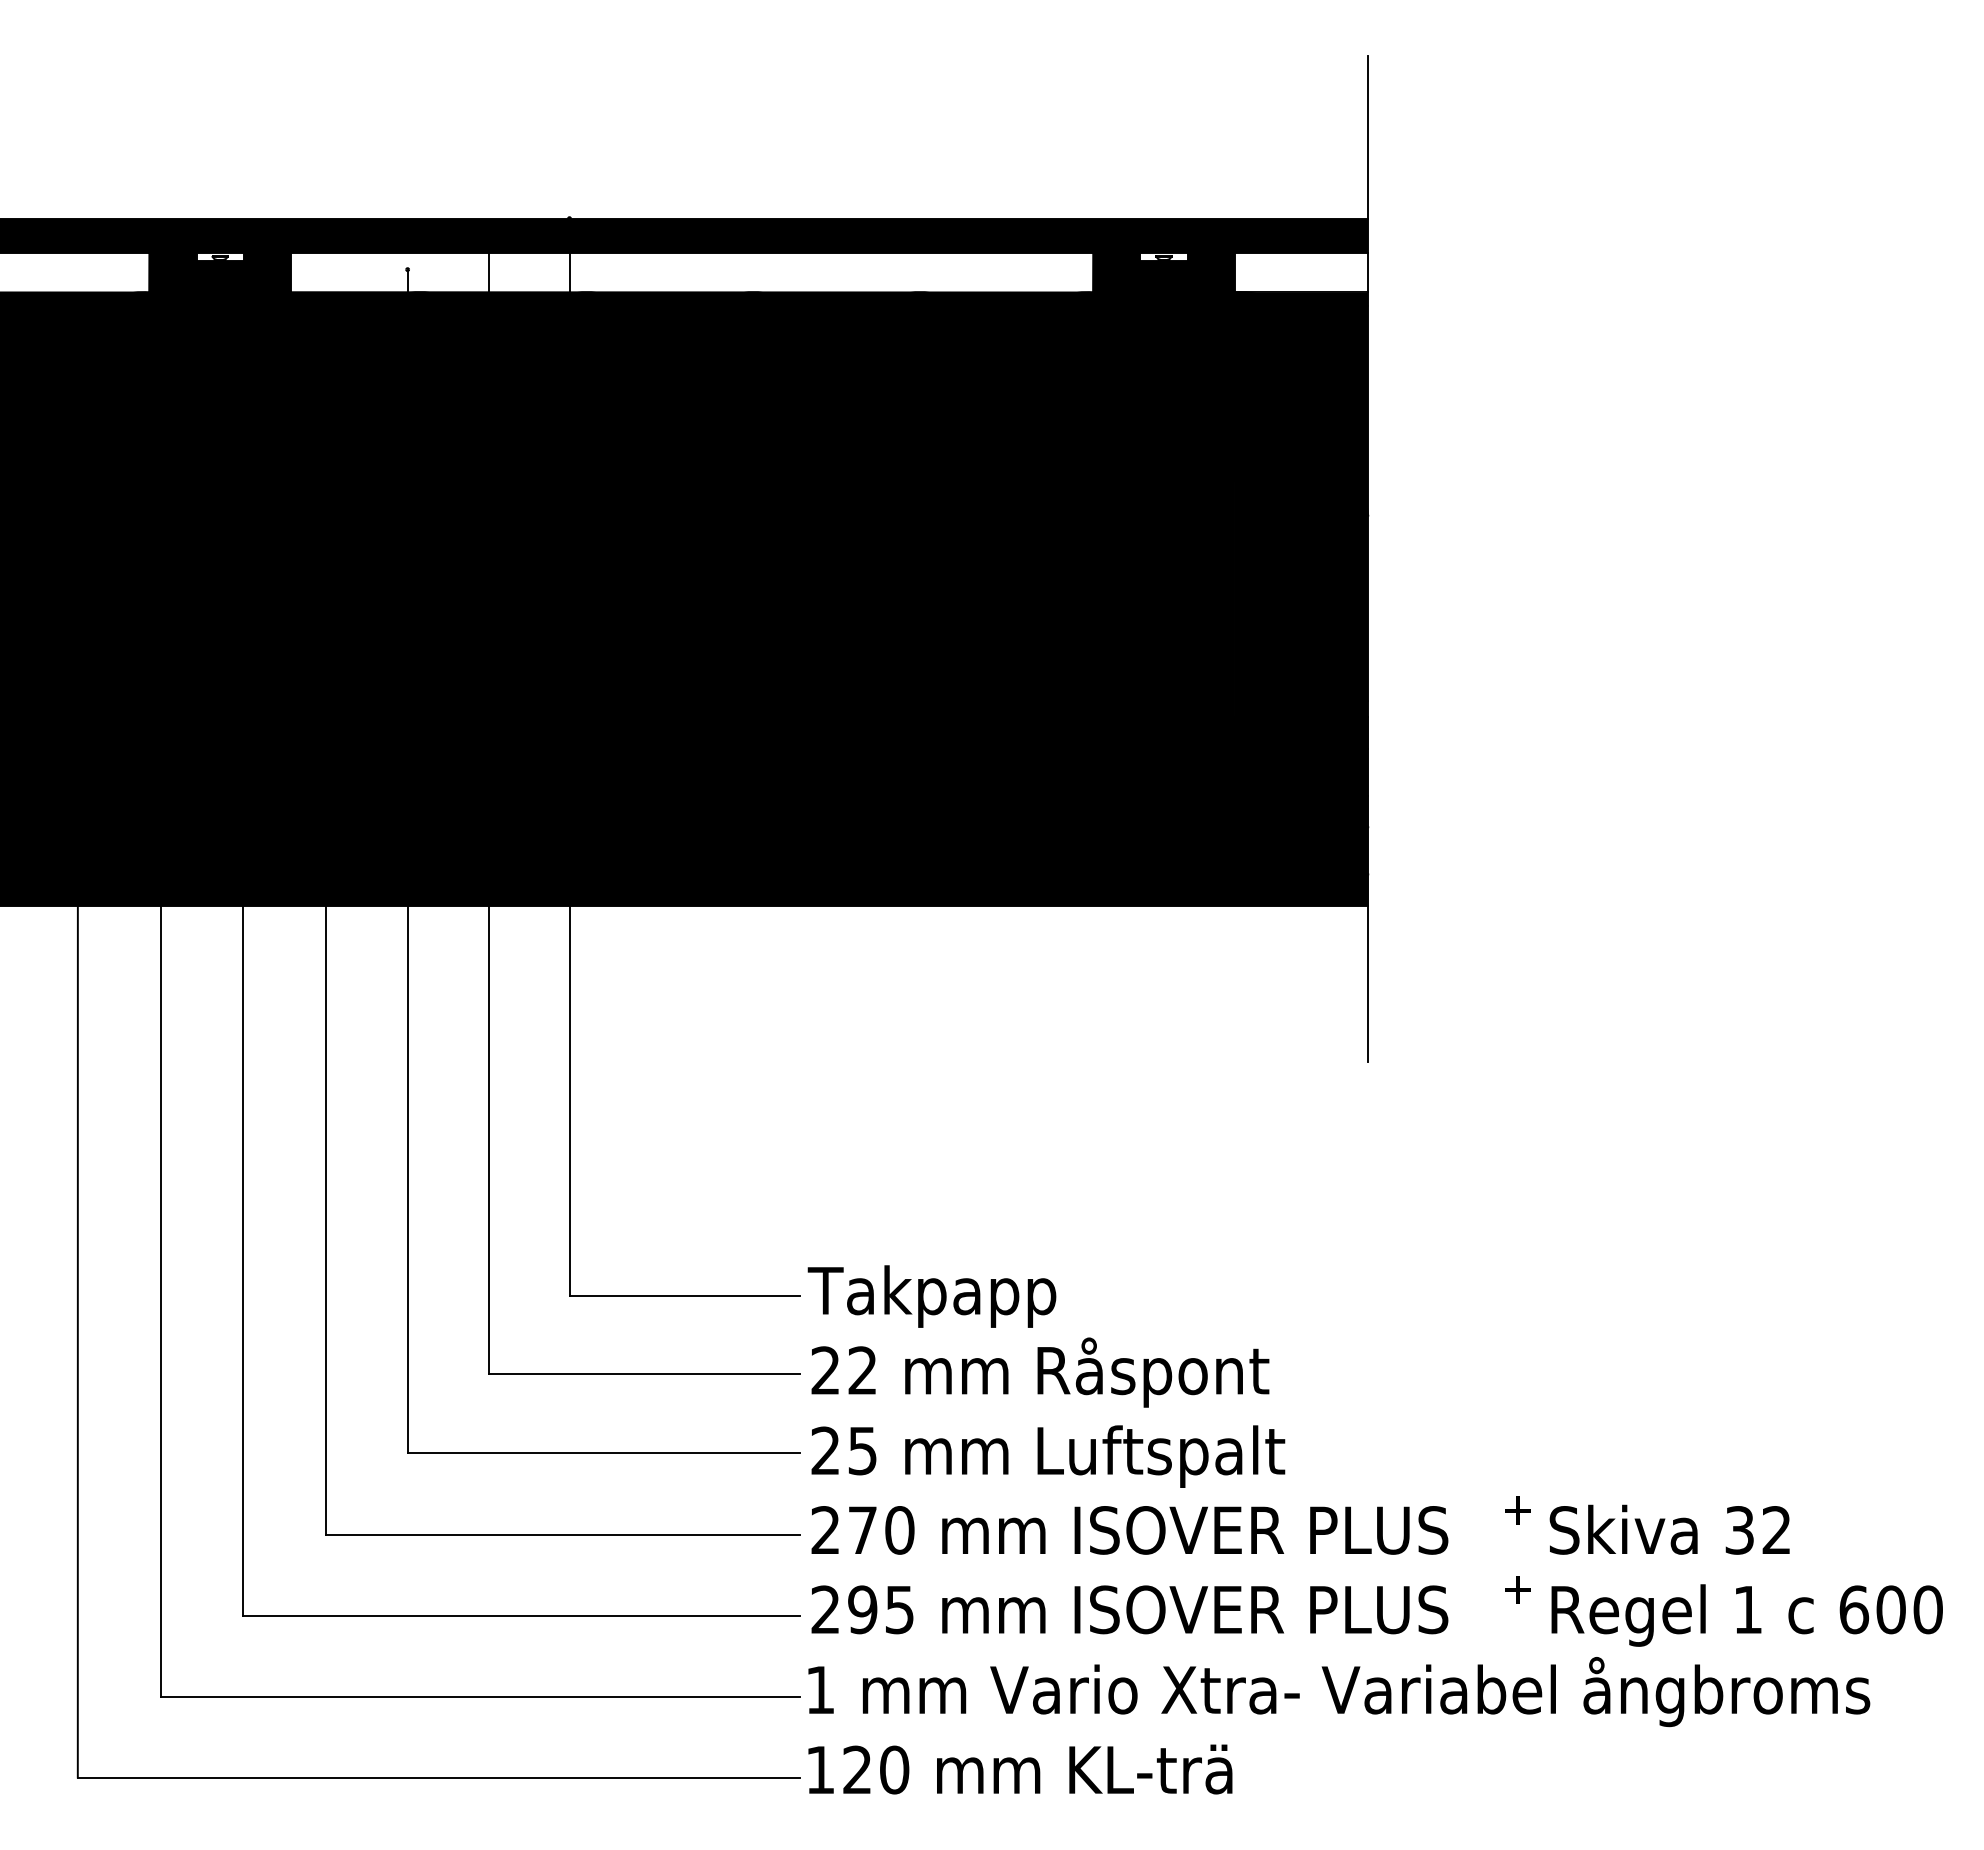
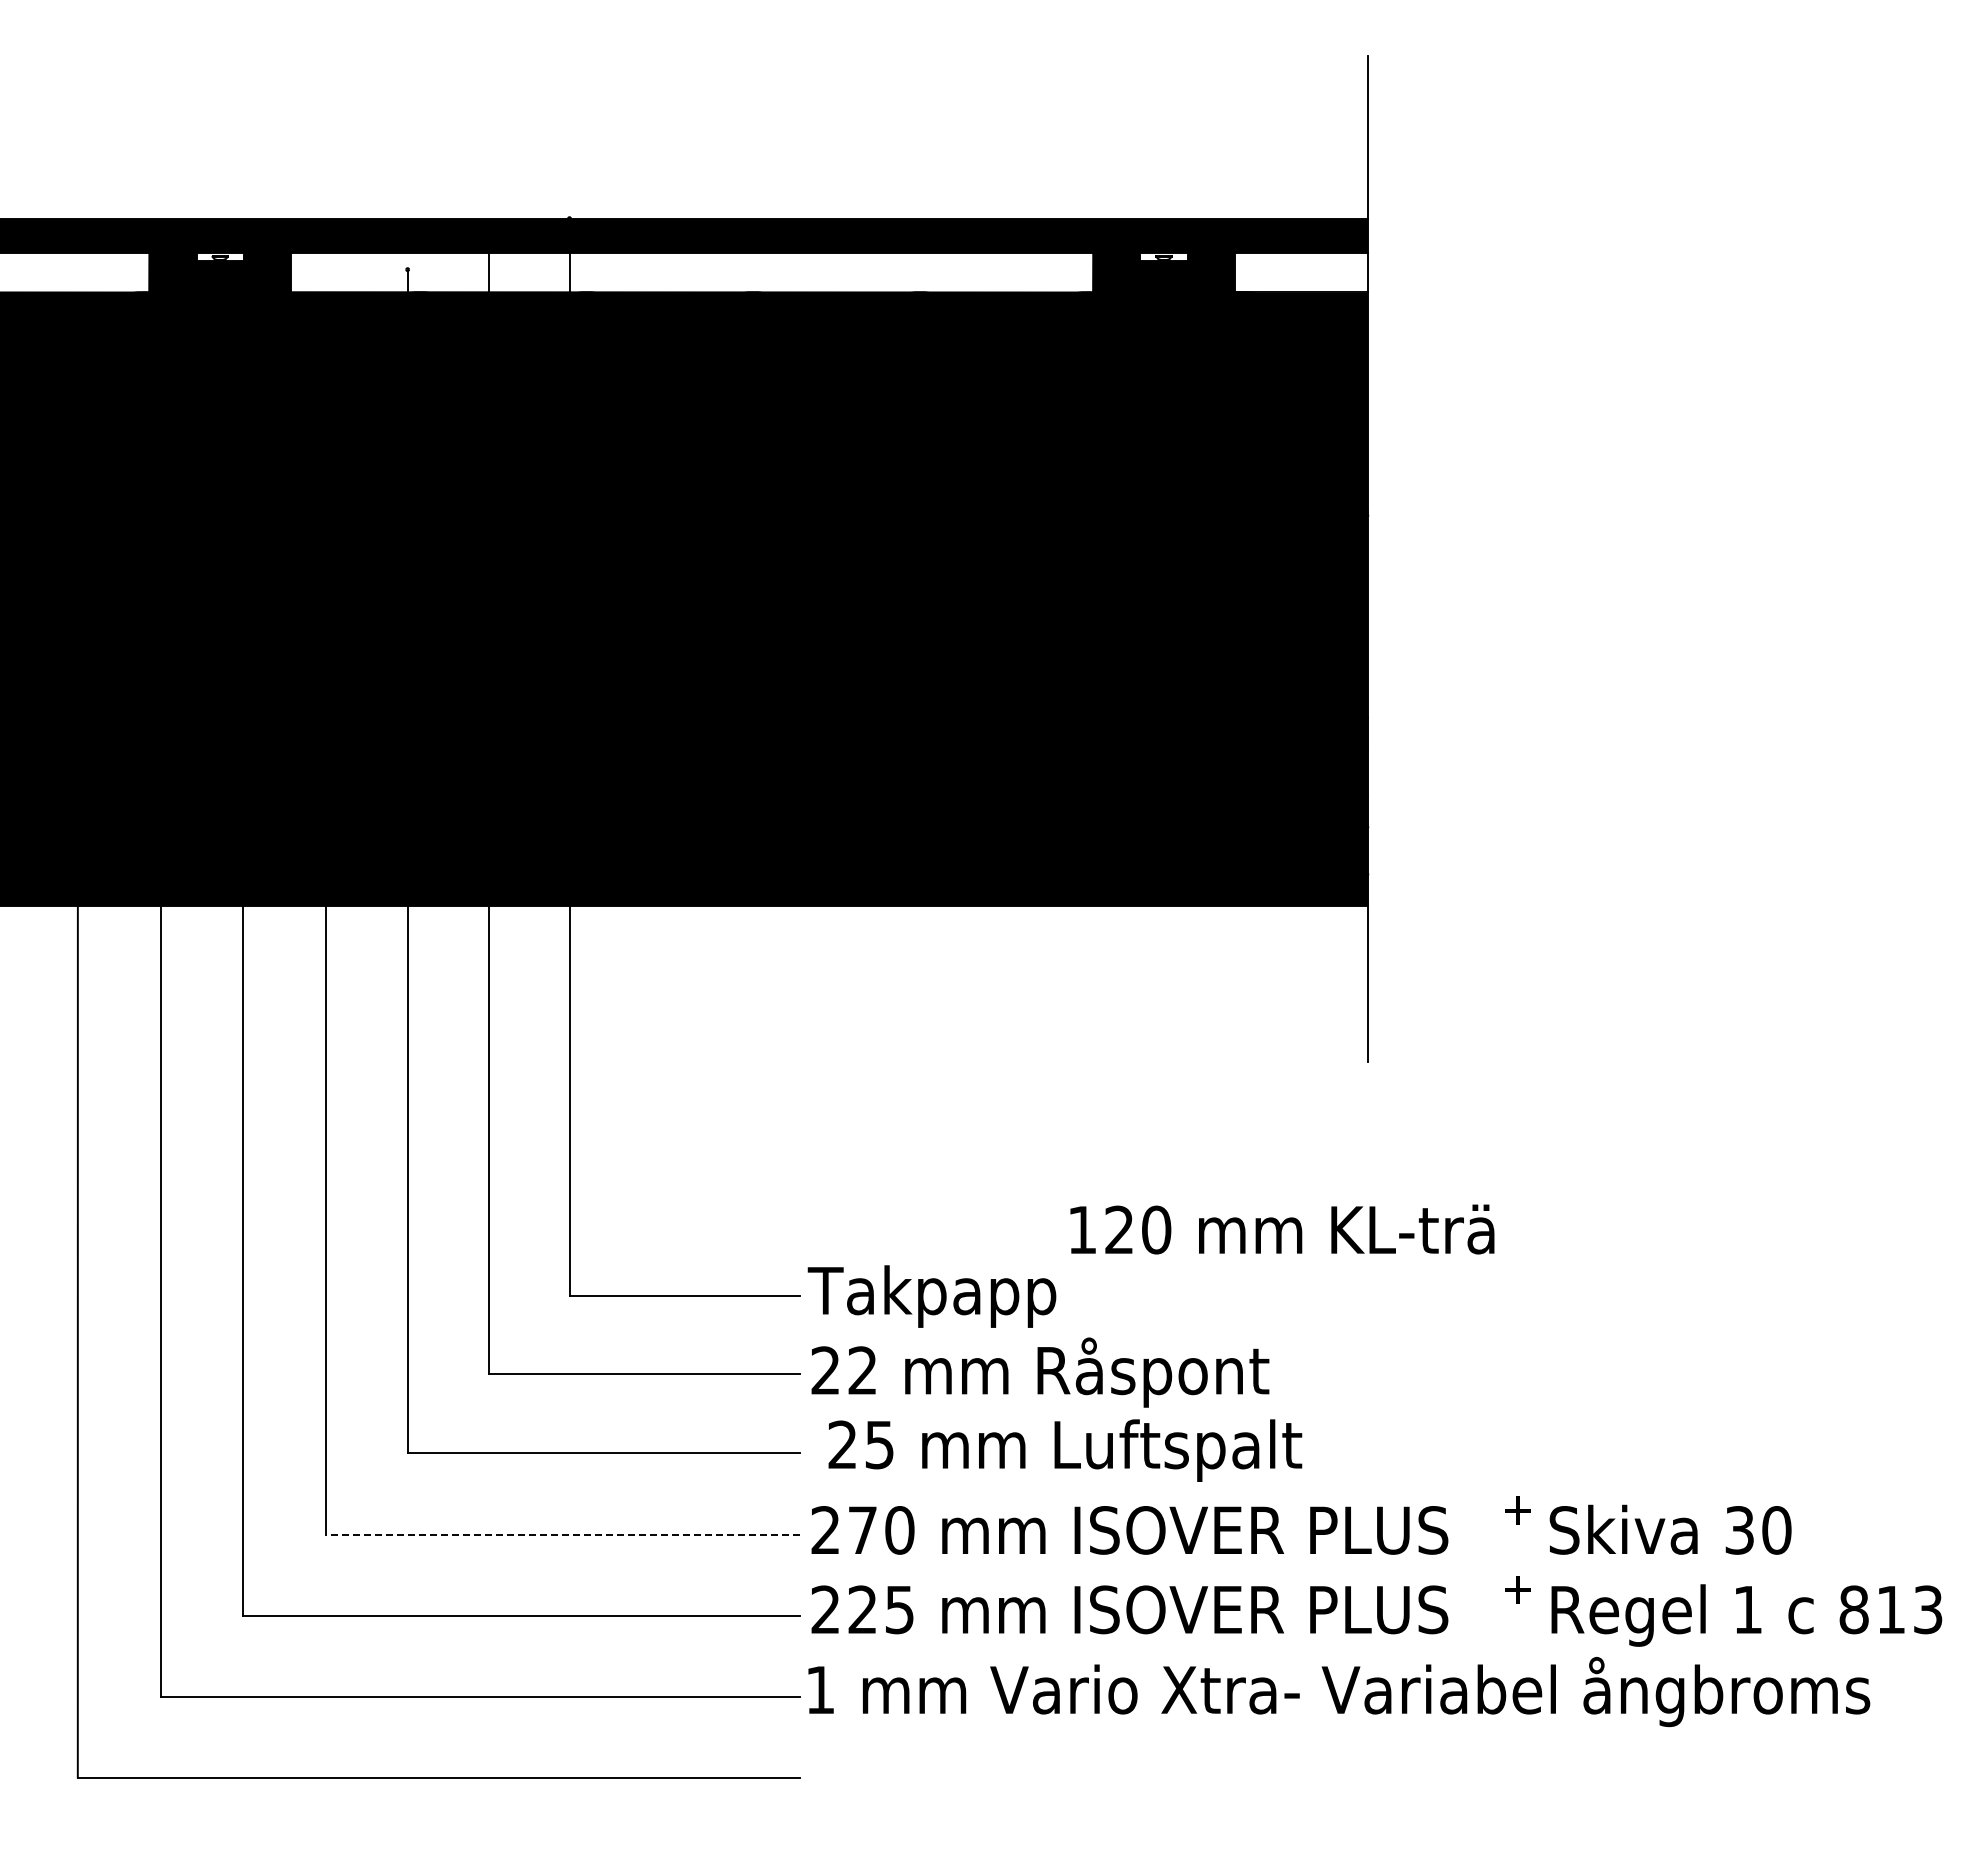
text at (1048, 1456) position: (1048, 1456) -> (1065, 1450)
text at (1776, 1530): 32 -> 30
line at (563, 1535): solid -> dashed
text at (862, 1609): 295 -> 225
text at (1890, 1609): 600 -> 813
text at (1020, 1769) position: (1020, 1769) -> (1282, 1229)
